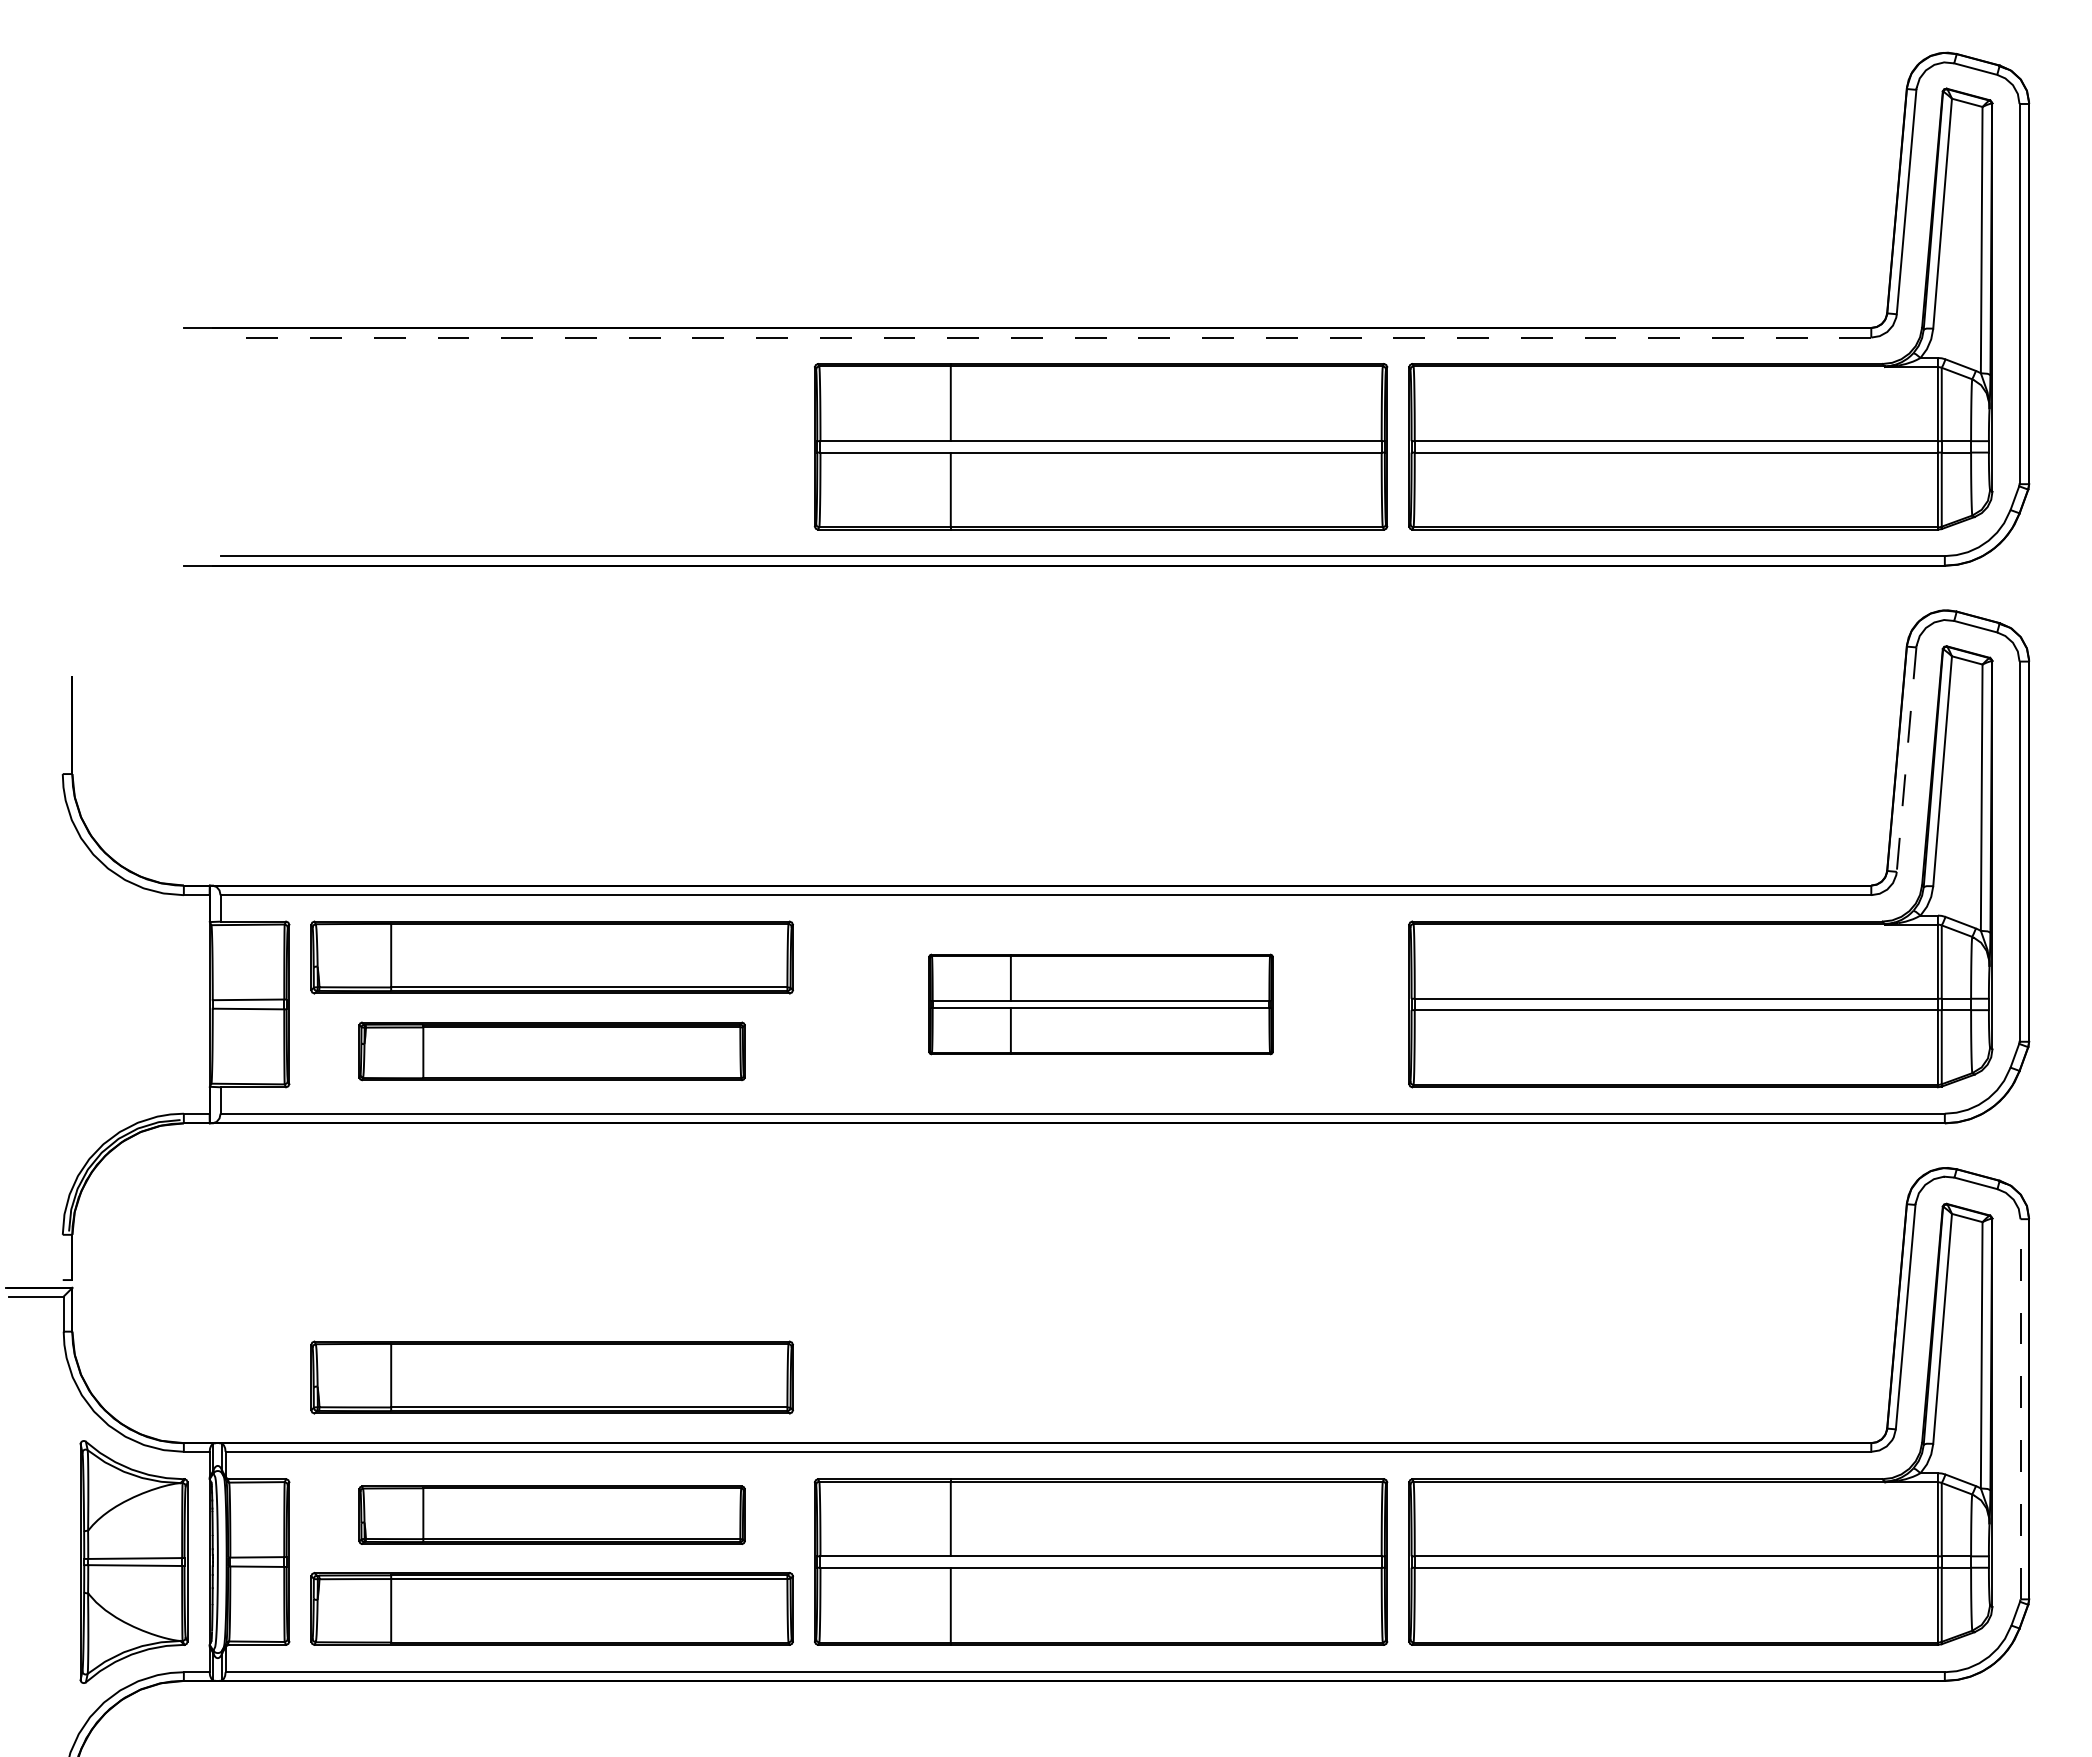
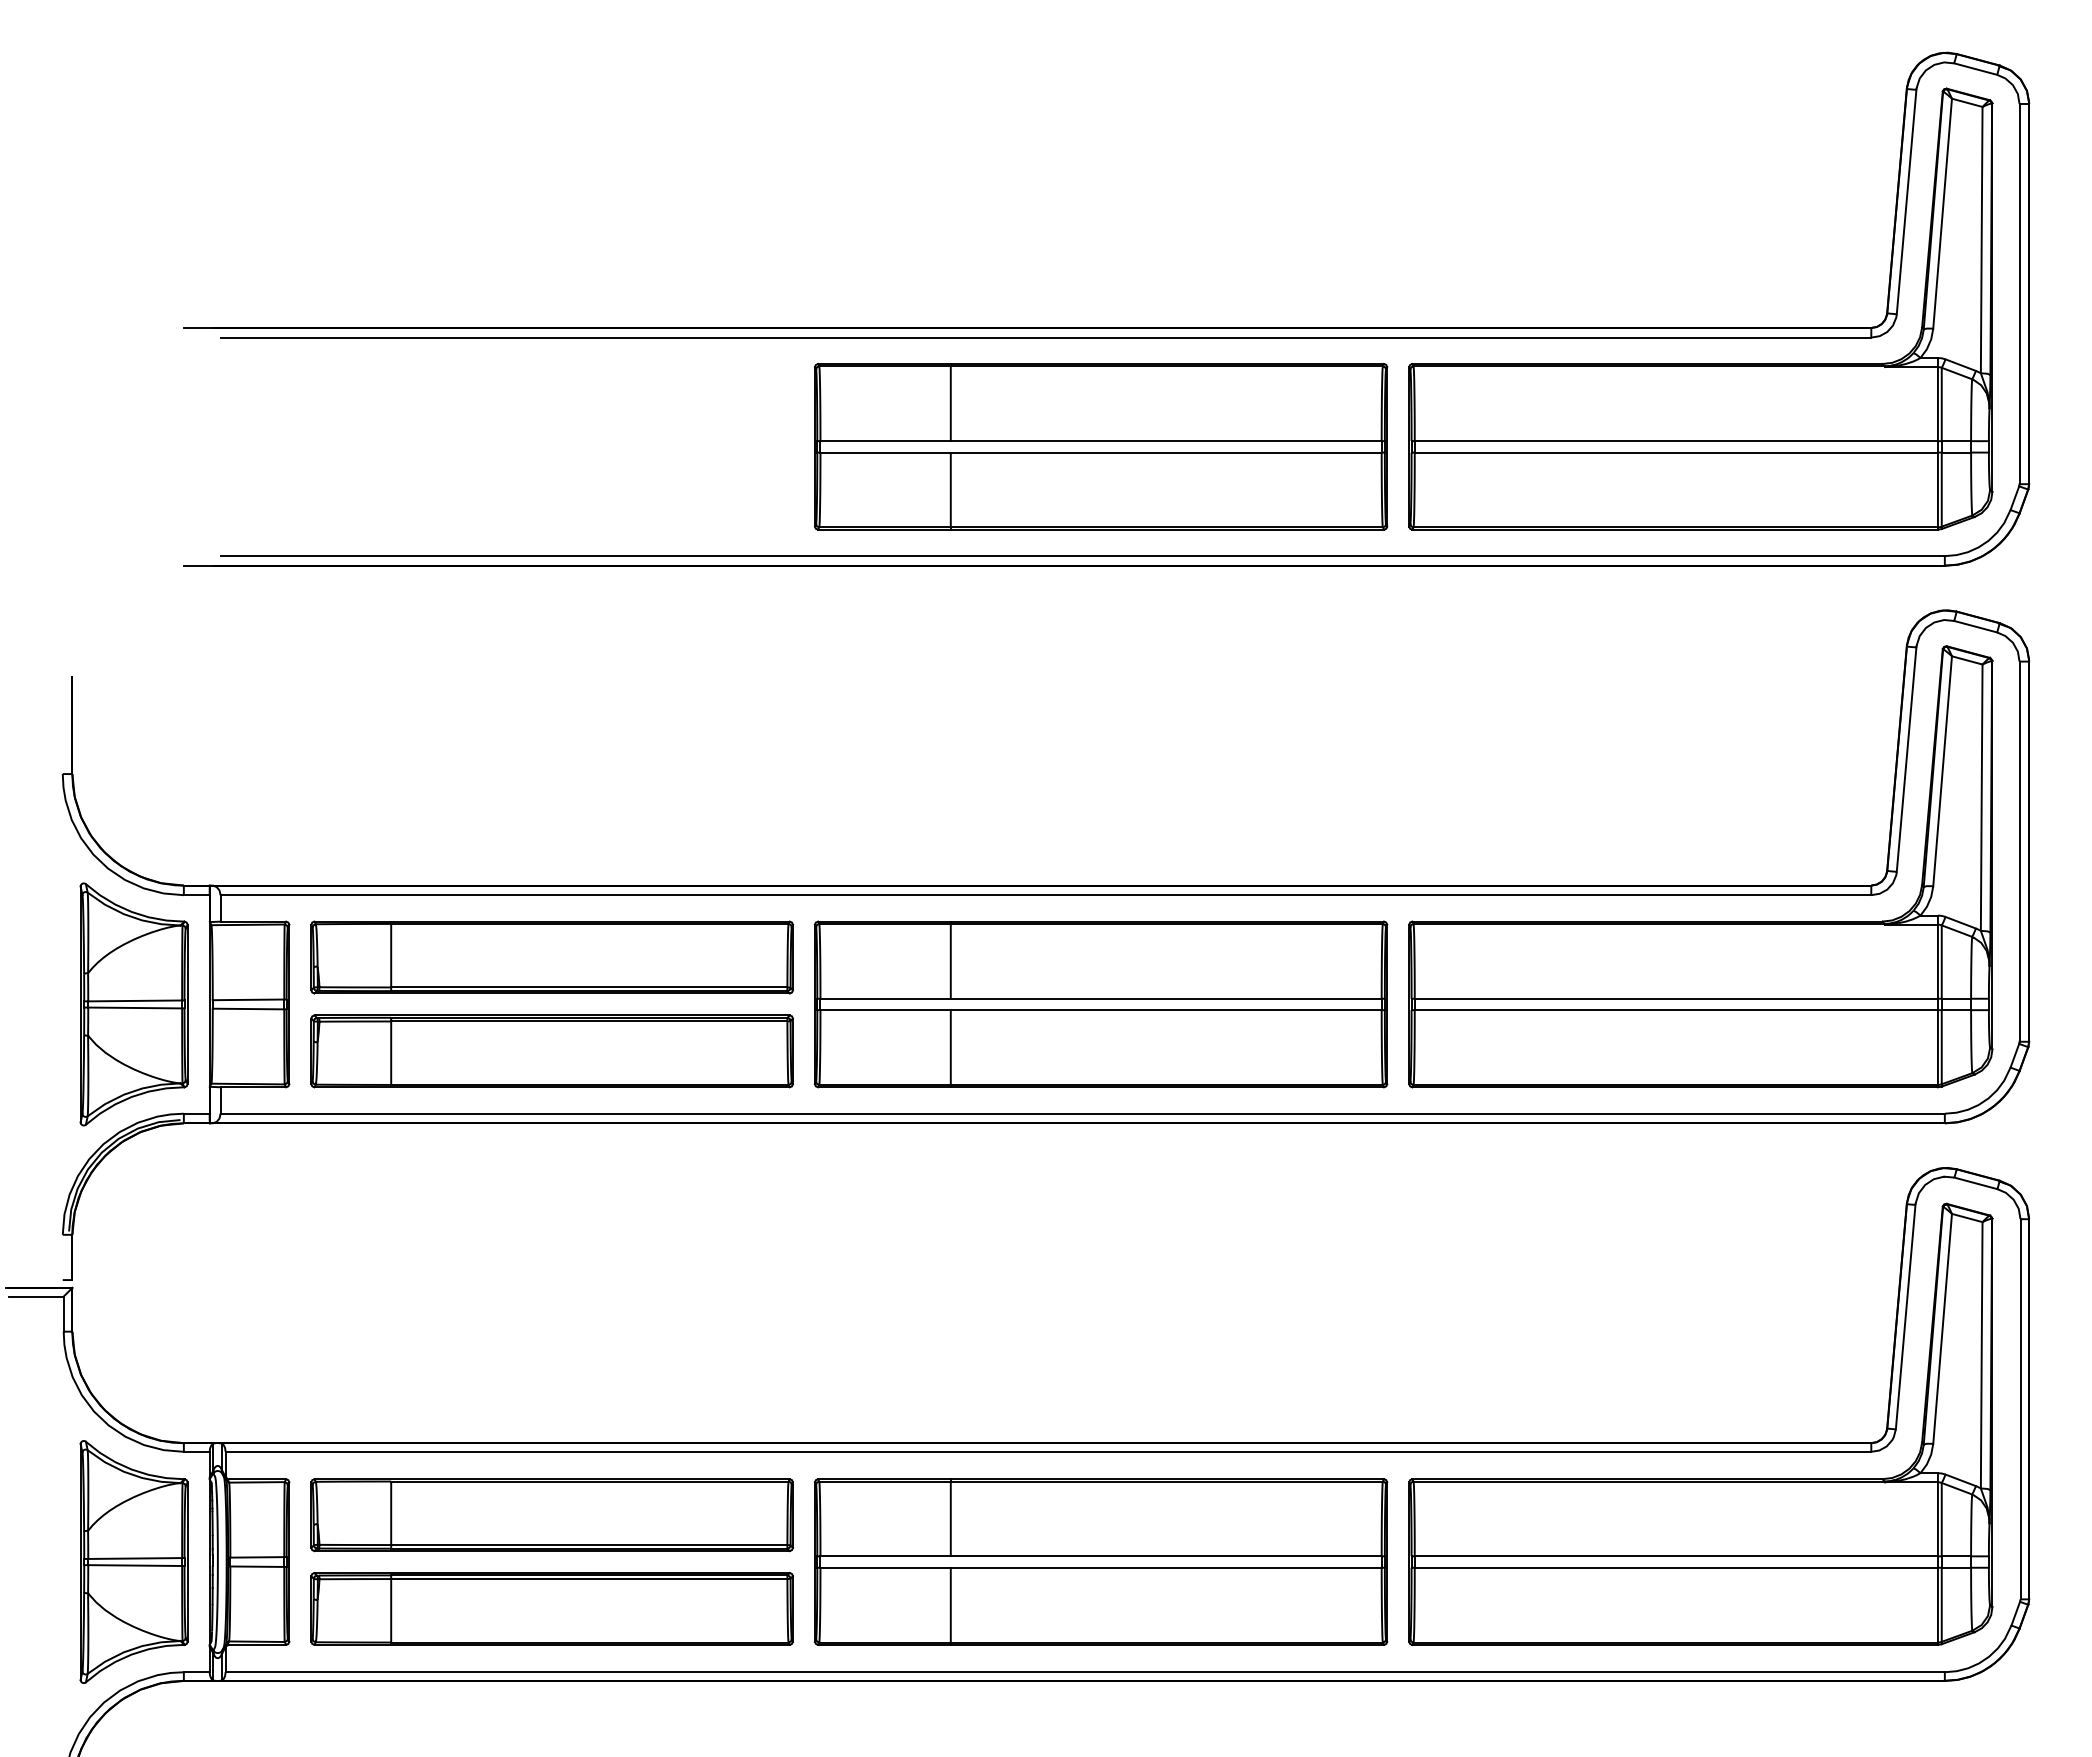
line at (1045, 337): dashed -> solid
line at (1906, 759): dashed -> solid
part at (133, 1004): none -> present
part at (1100, 1004) size: 346x103 px -> 576x169 px
part at (551, 1051) size: 388x61 px -> 484x75 px
part at (551, 1377): present -> none
line at (2020, 1408): dashed -> solid
part at (551, 1514) size: 388x60 px -> 484x75 px
